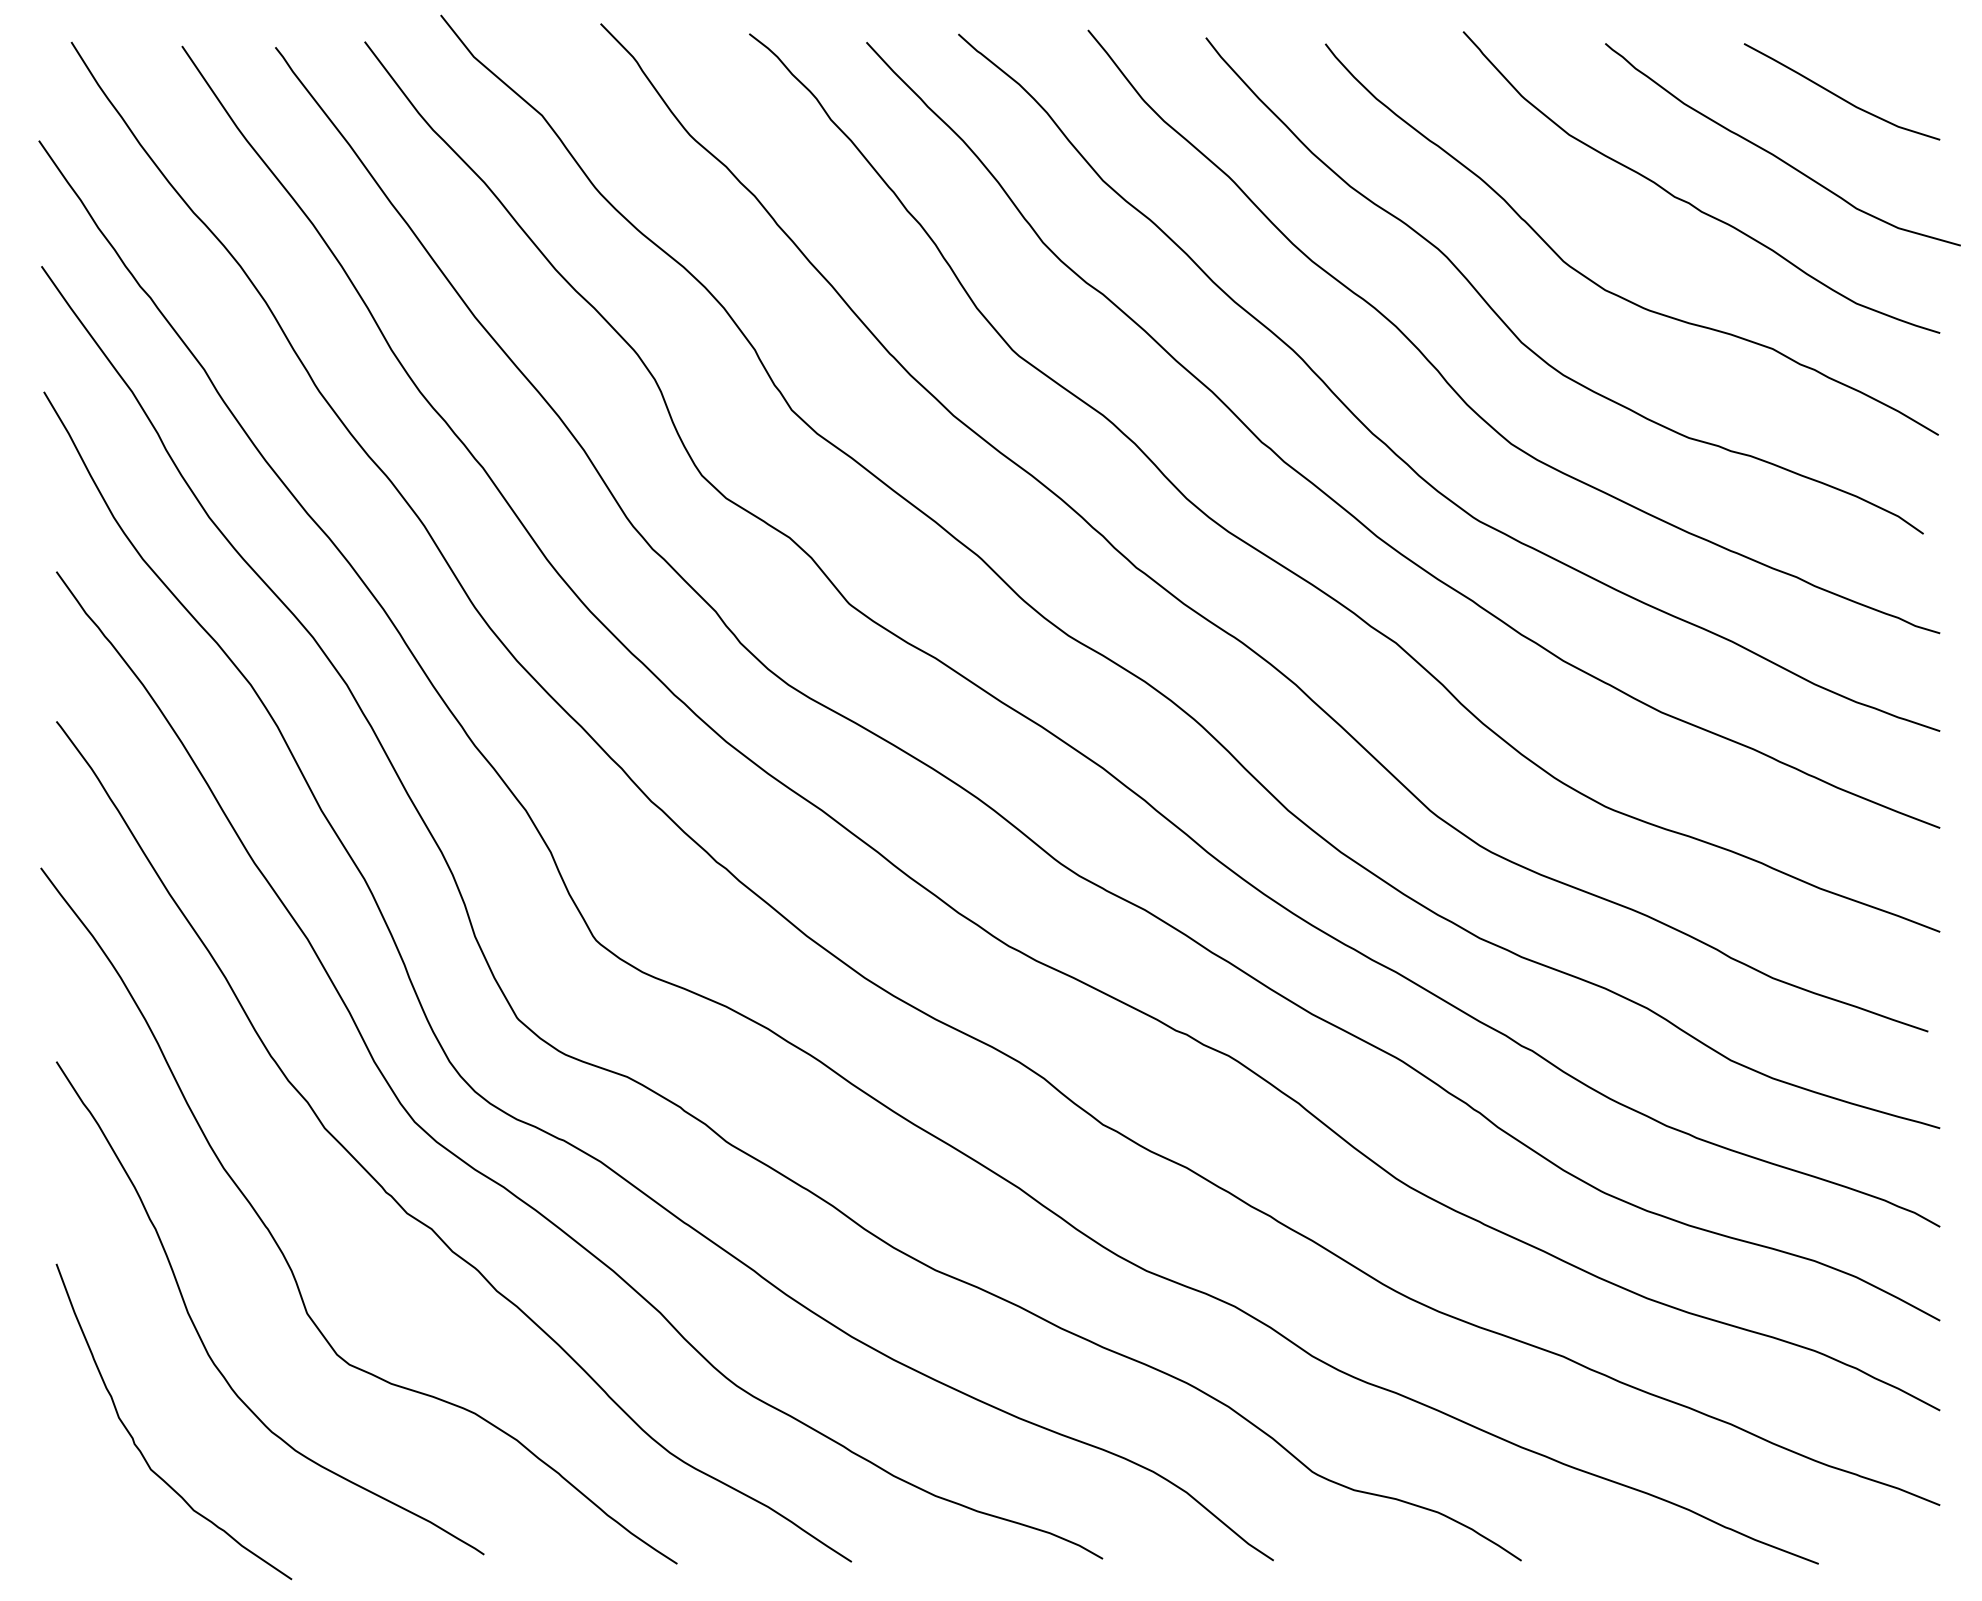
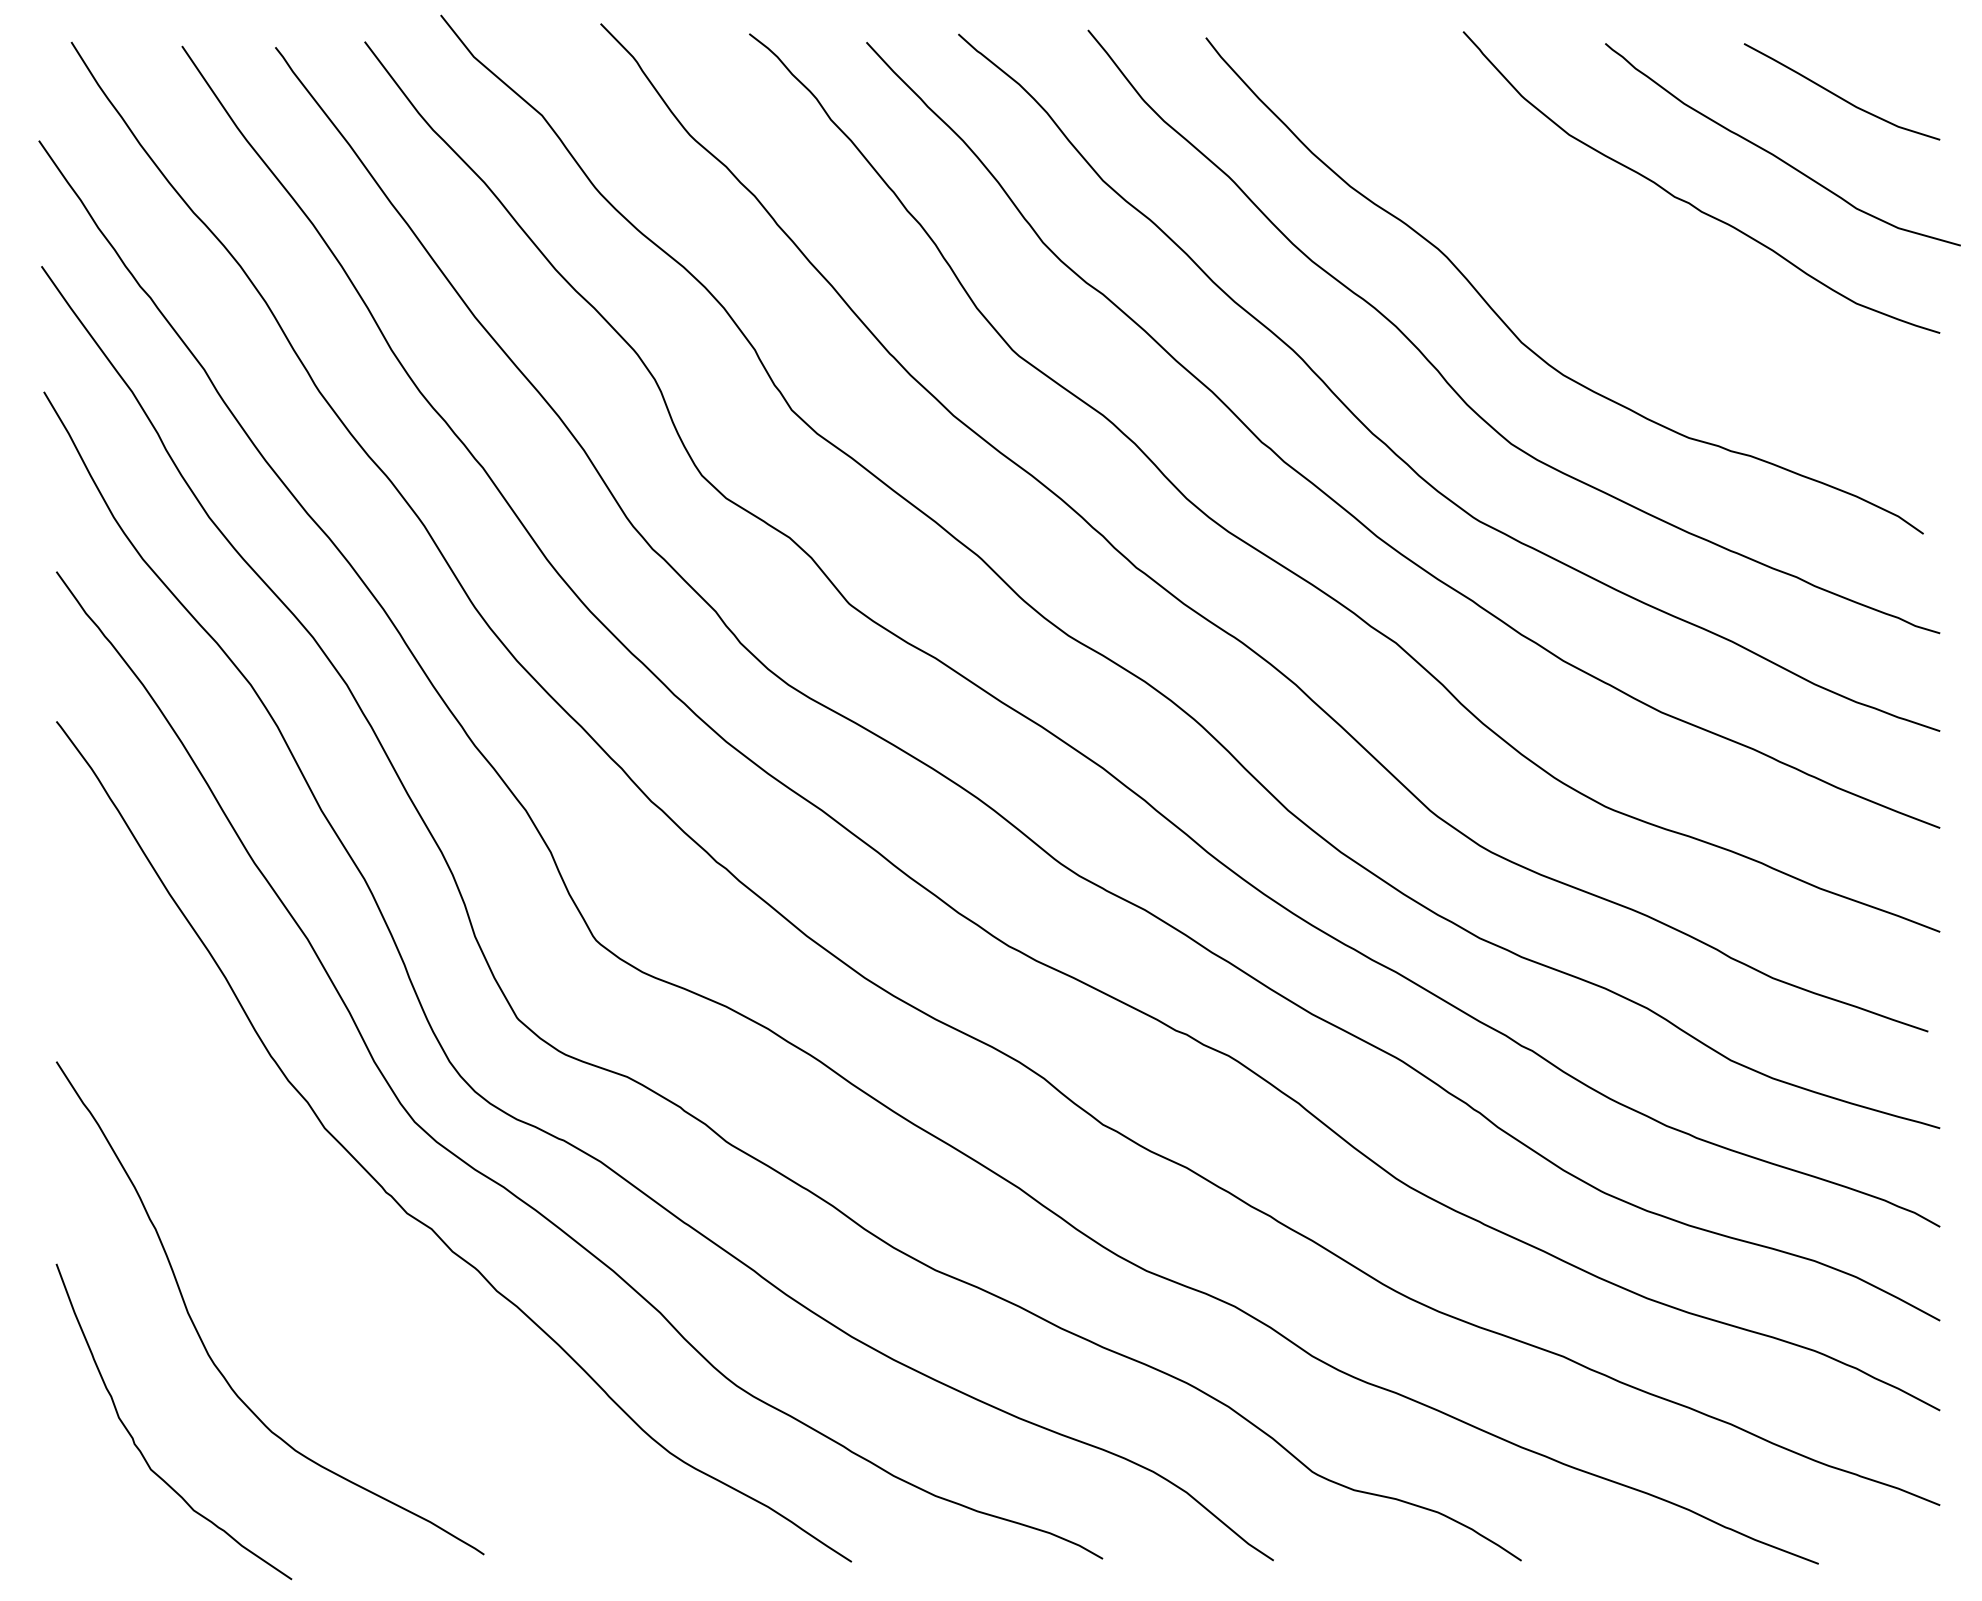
curve at (1600, 285): present -> none
curve at (283, 1252): present -> none
